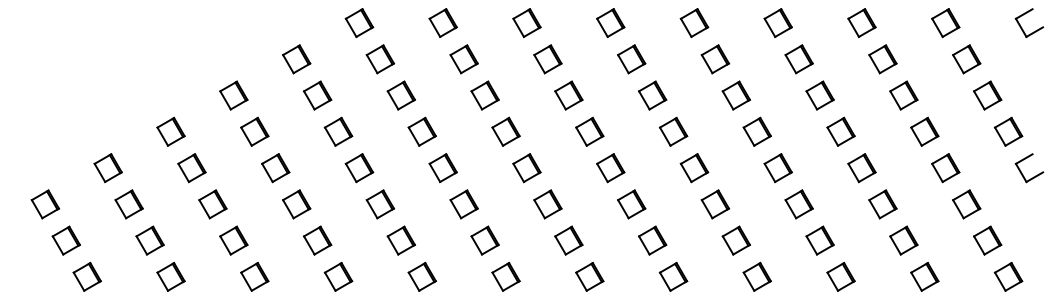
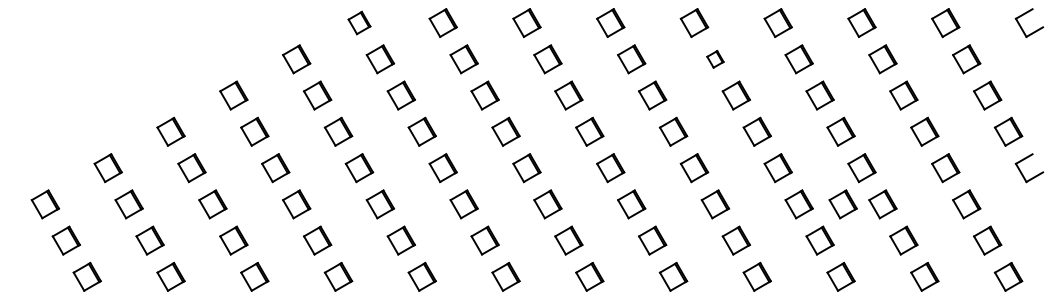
part at (359, 22) size: 31x30 px -> 25x26 px
part at (715, 59) size: 31x31 px -> 19x20 px
part at (842, 204): none -> present
